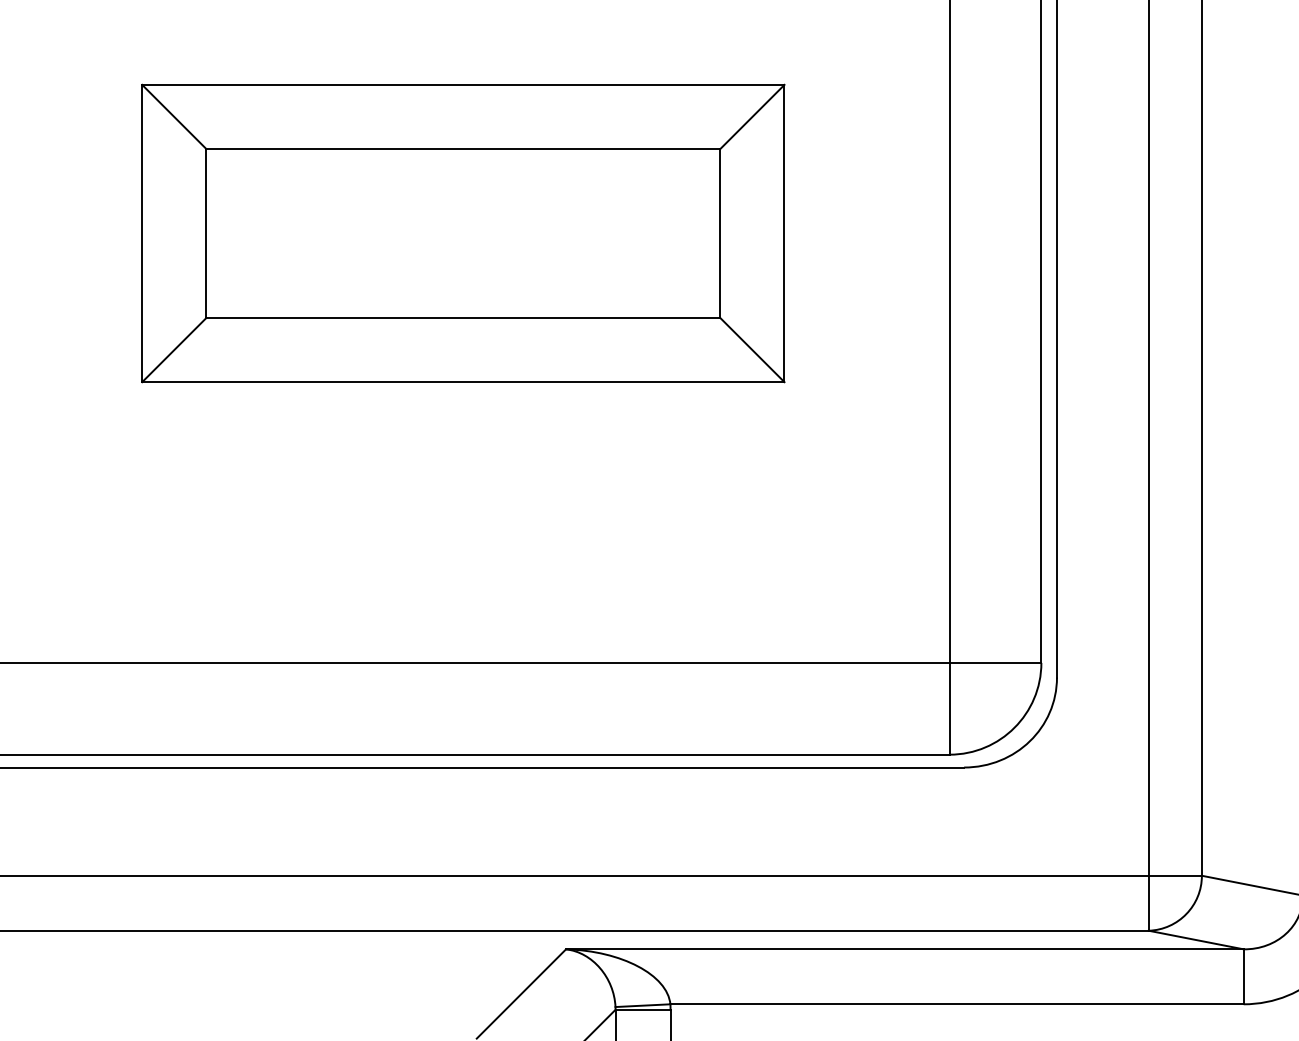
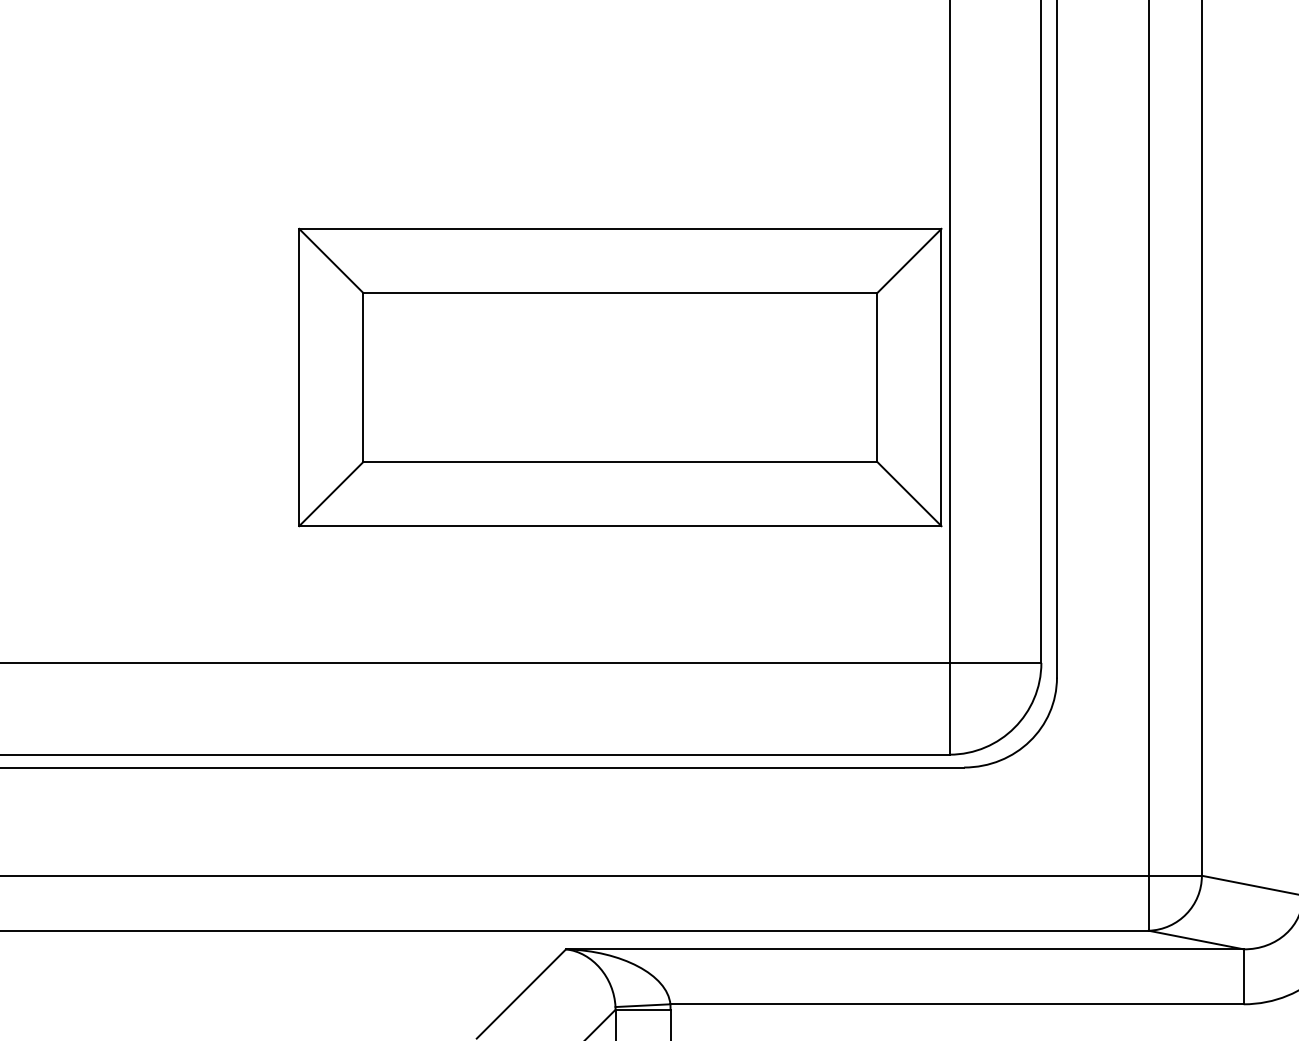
part at (463, 233) position: (463, 233) -> (620, 377)
